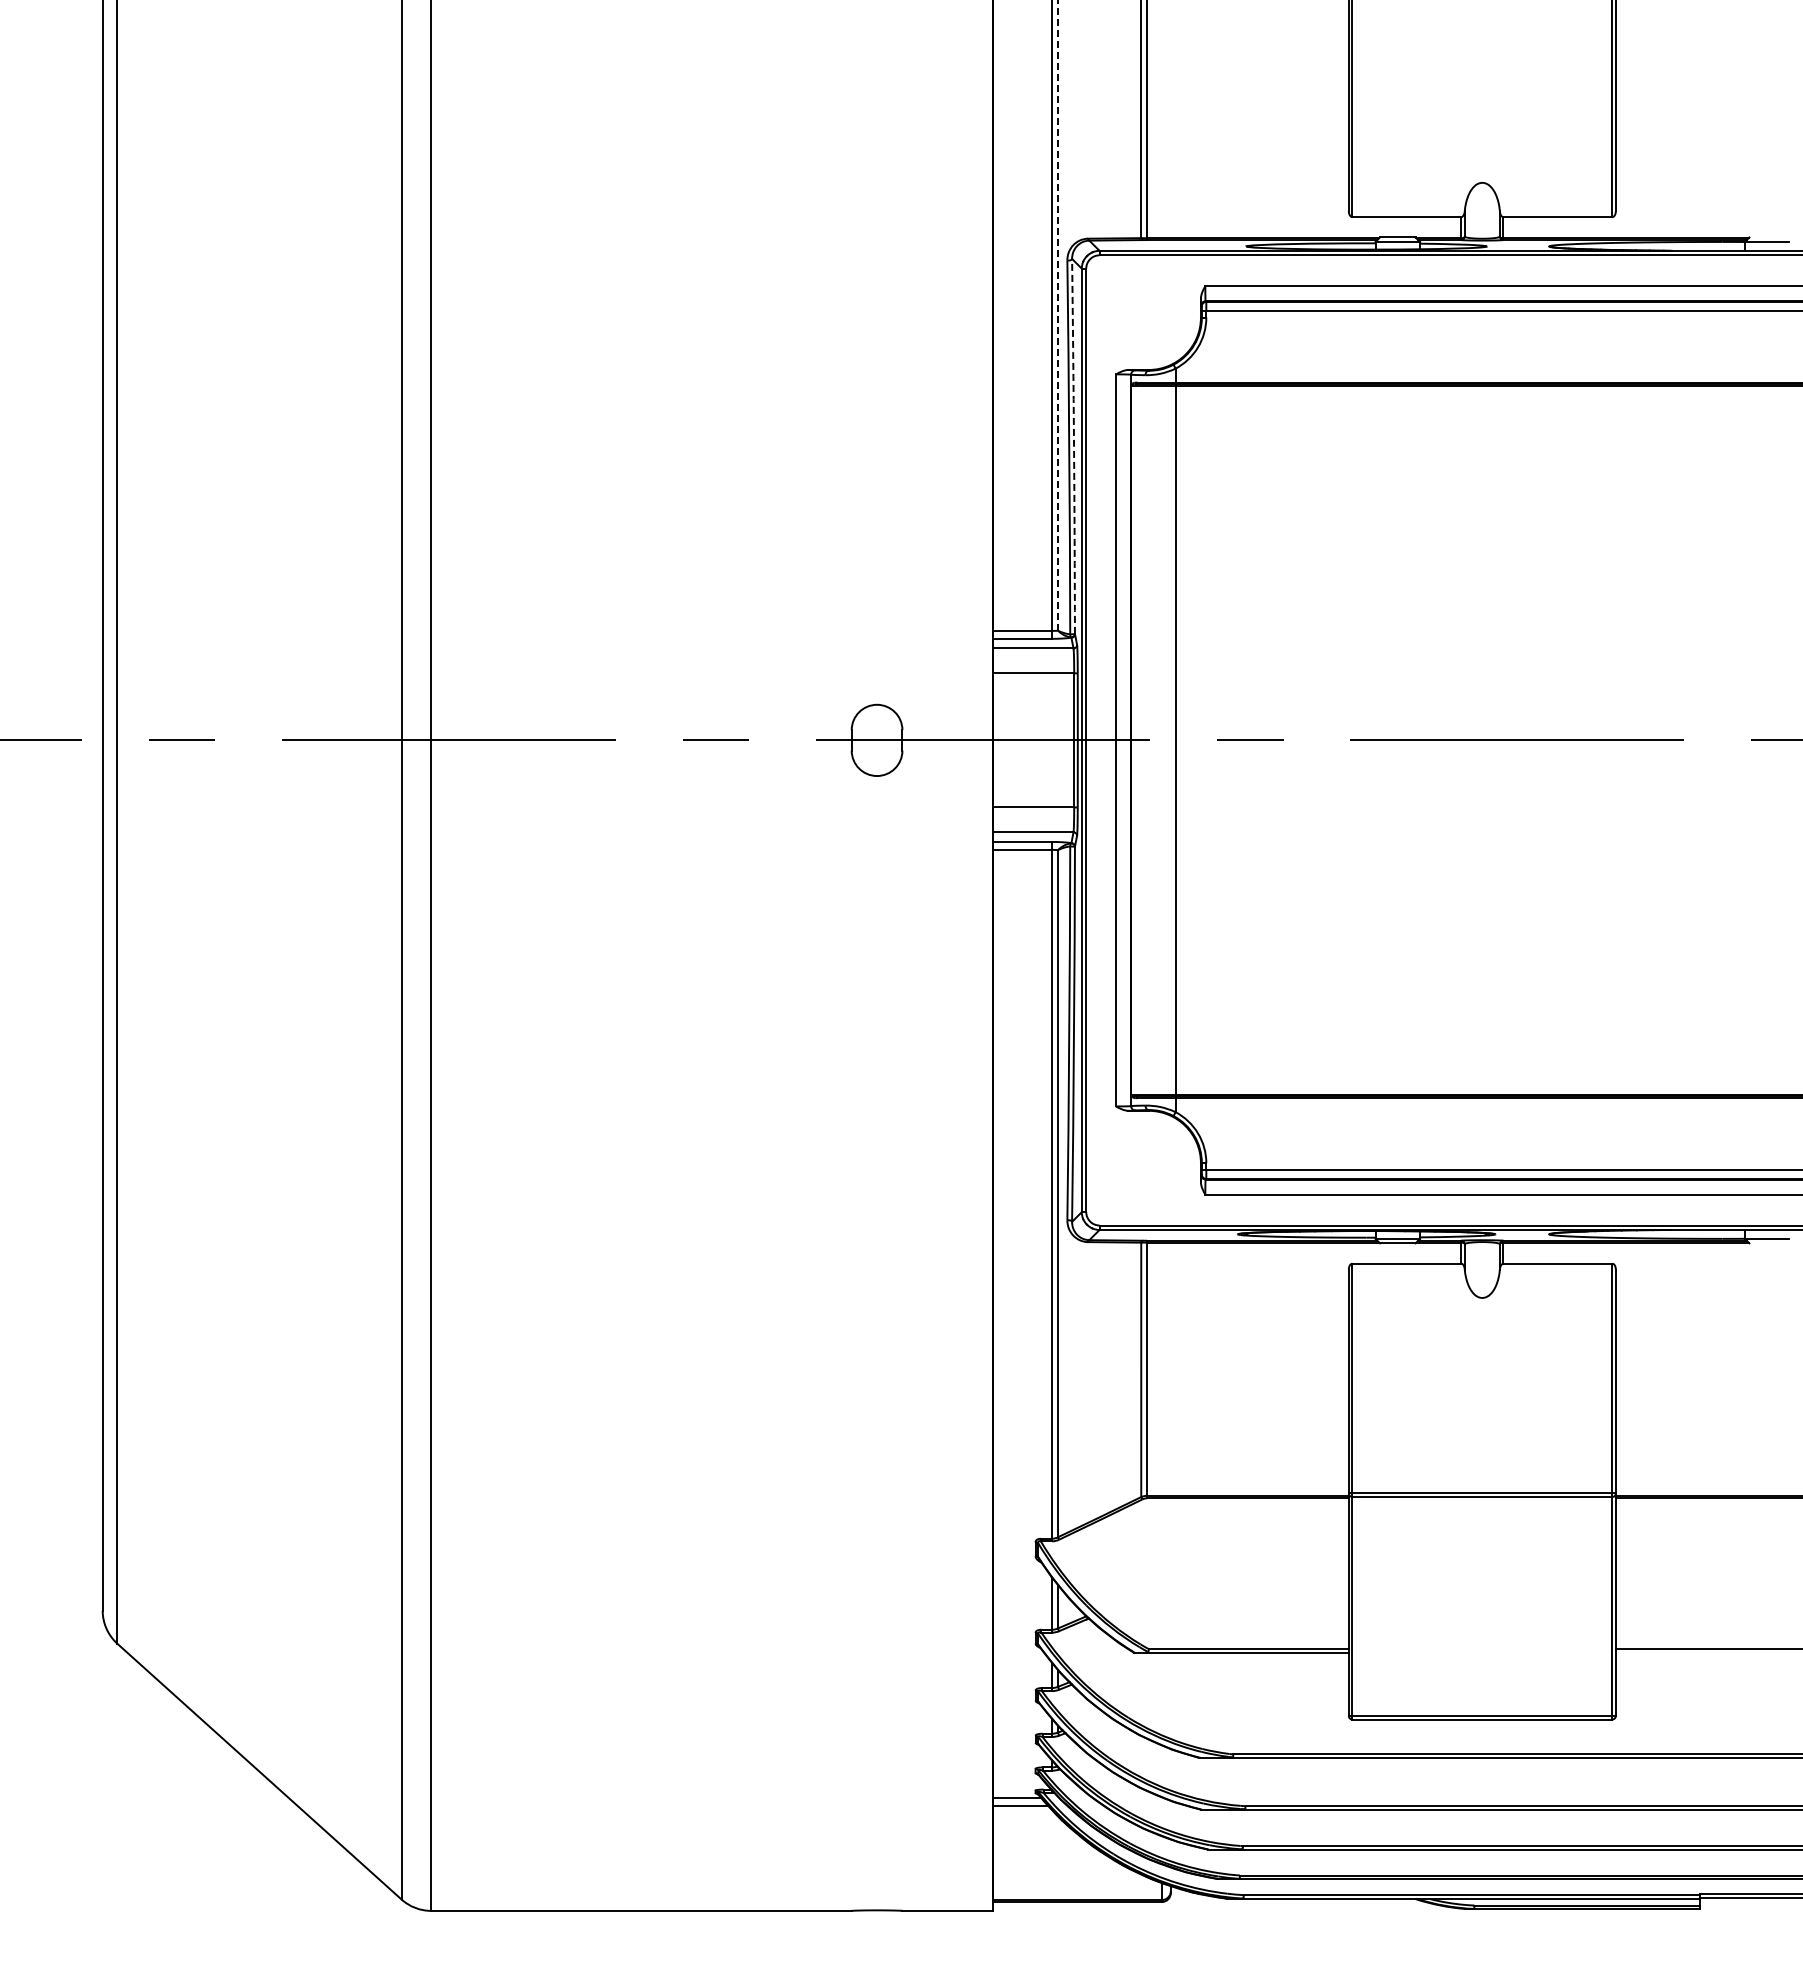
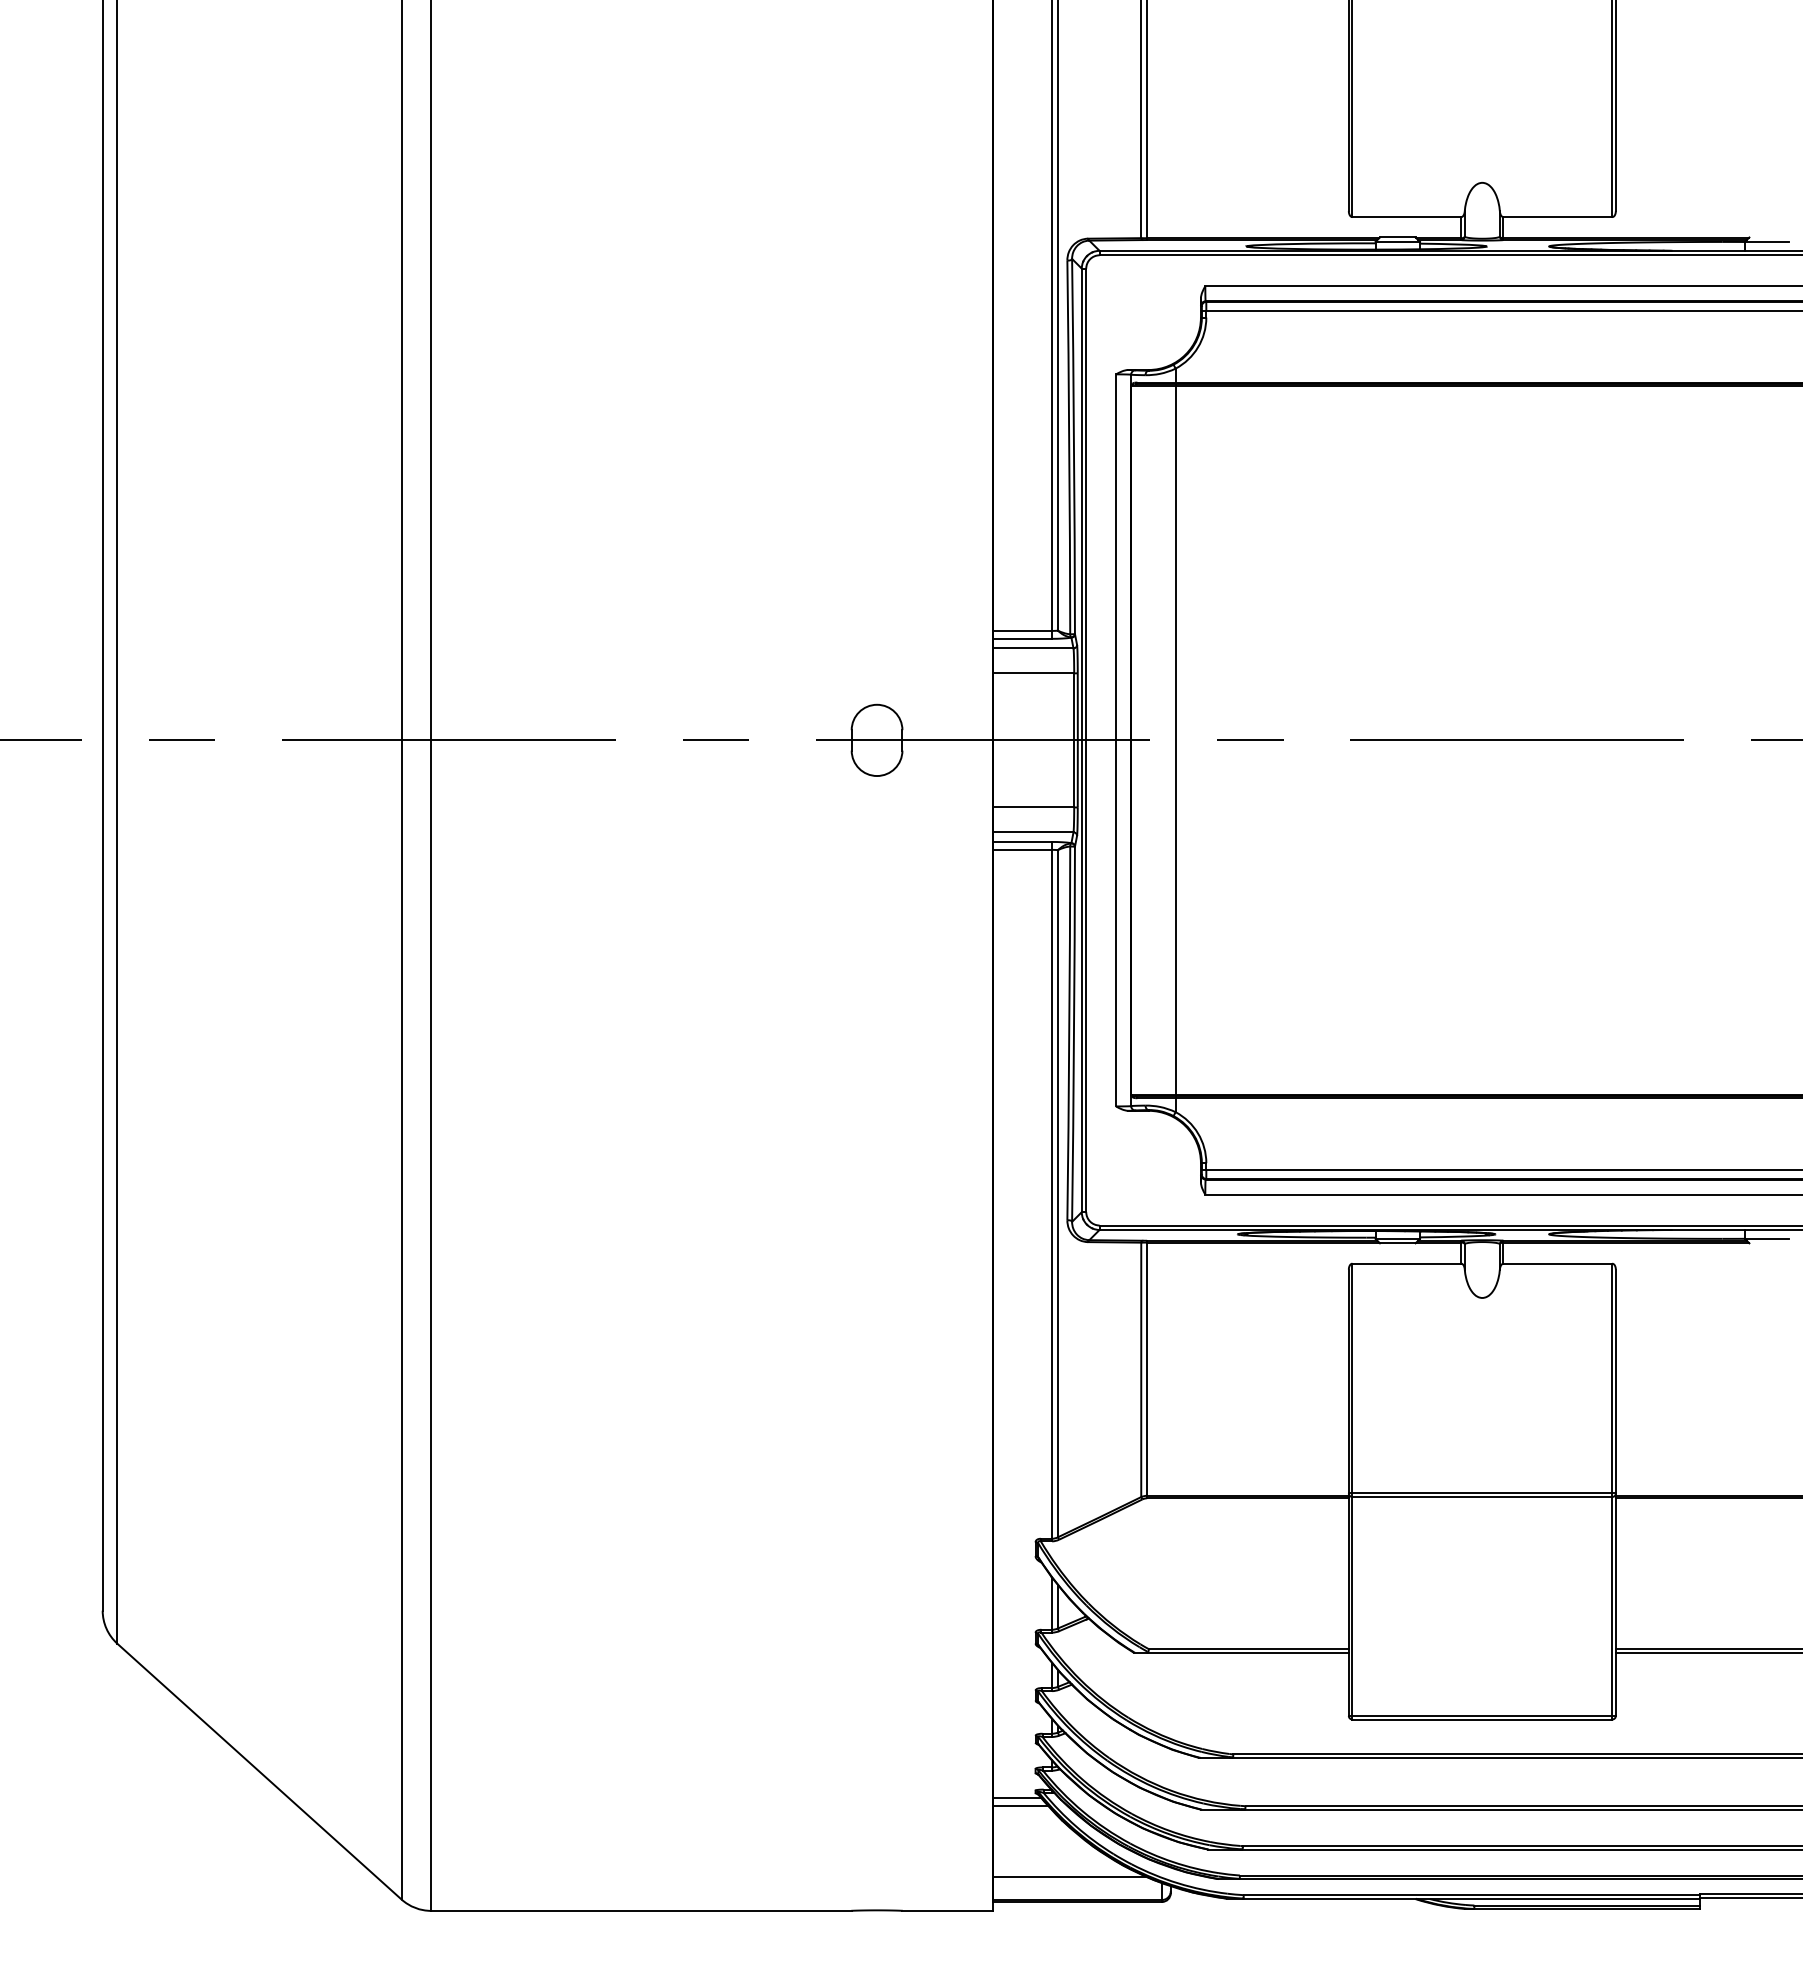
line at (1057, 315): dashed -> solid
arc at (1074, 446): dashed -> solid
line at (1707, 1652): none -> present
line at (1069, 1876): none -> present
